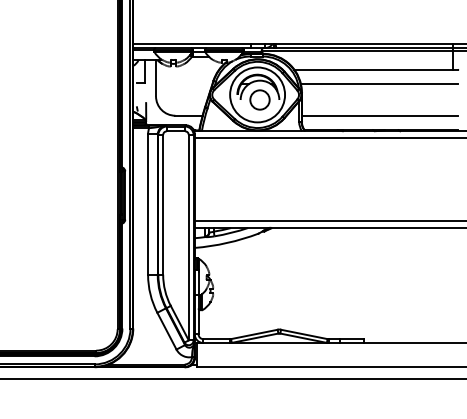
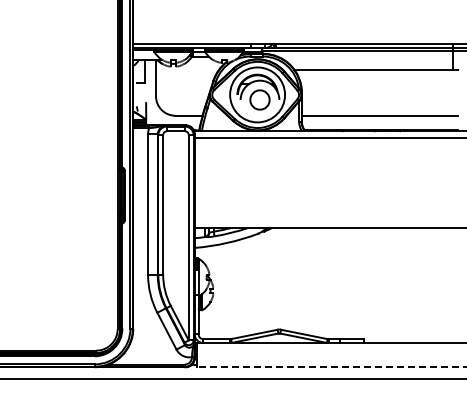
line at (379, 84): present -> none
line at (328, 220): present -> none
line at (331, 367): solid -> dashed
